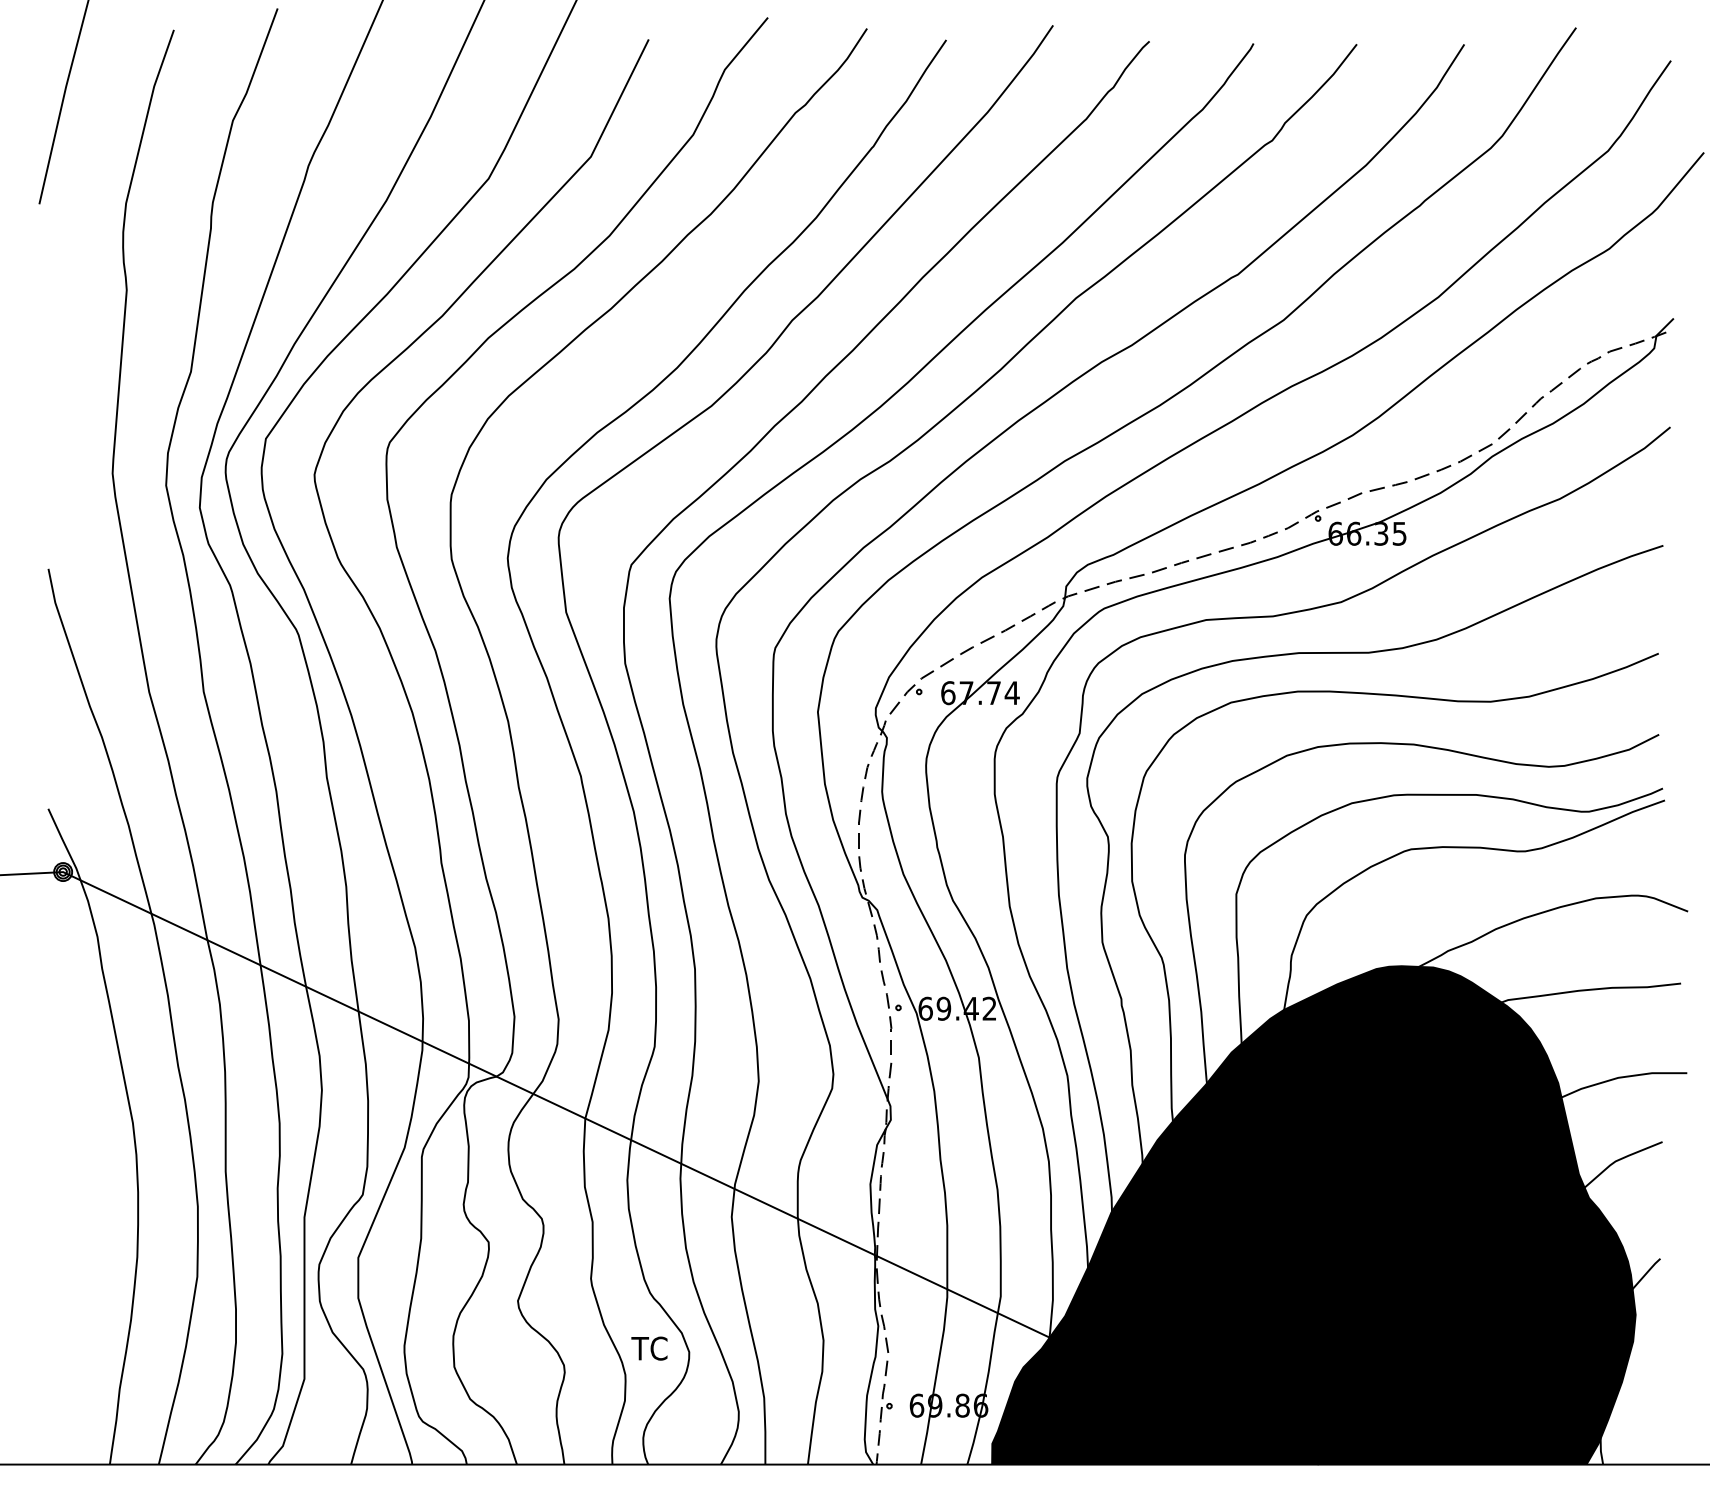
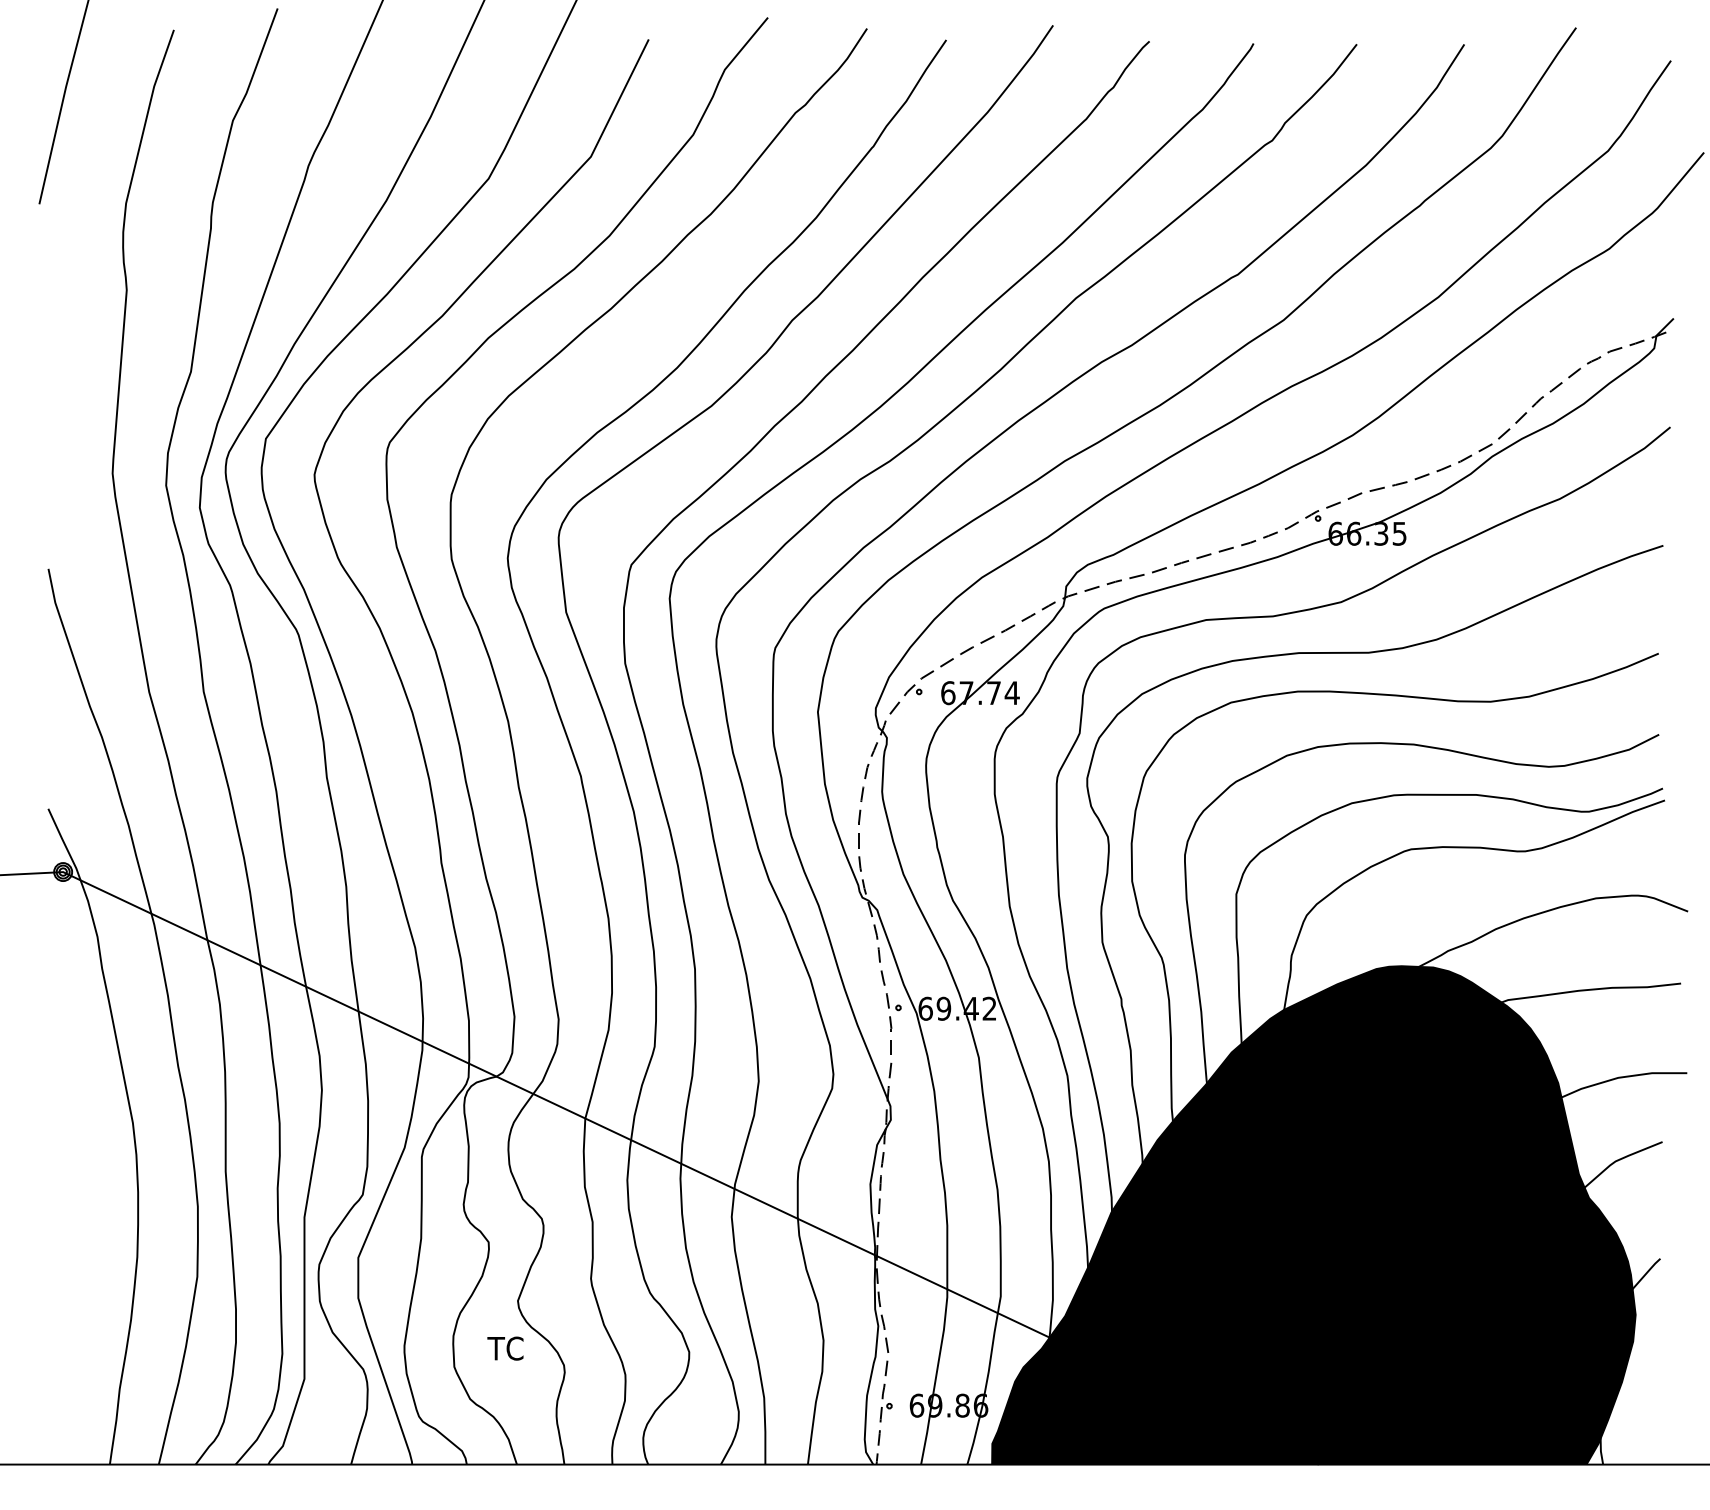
text at (649, 1348) position: (649, 1348) -> (505, 1348)
